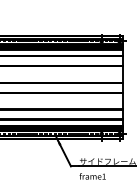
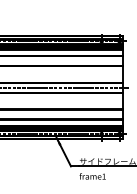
line at (65, 87): none -> present
